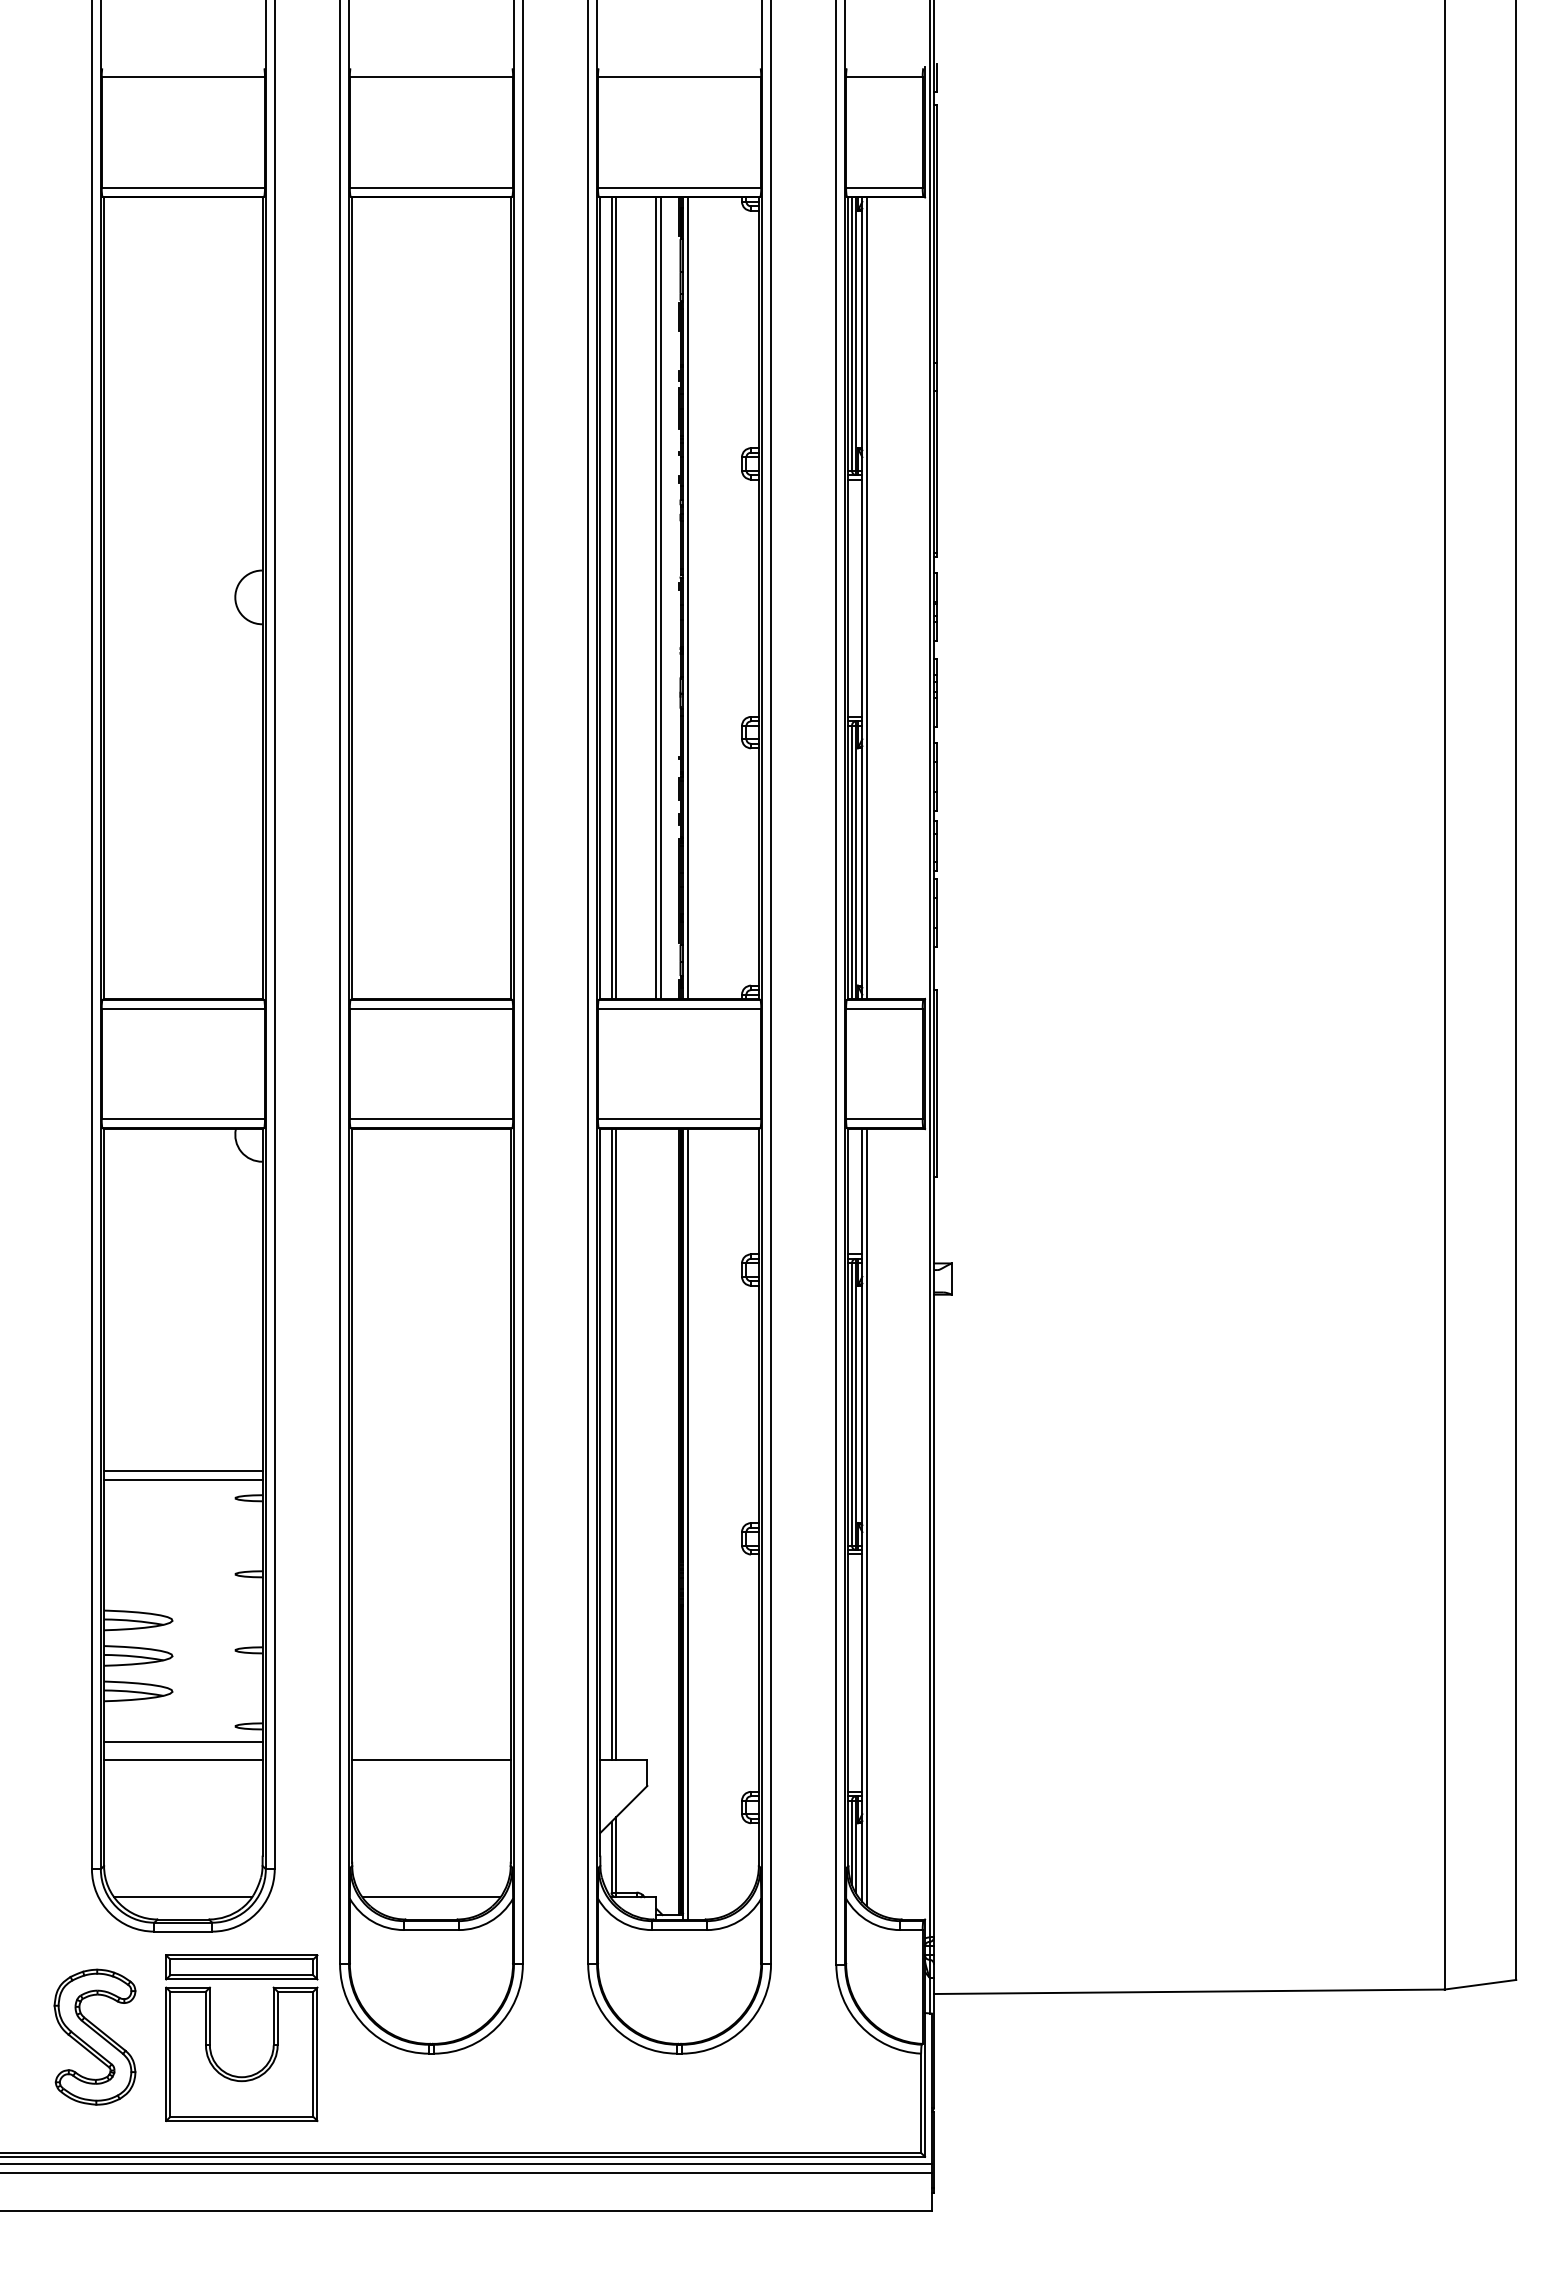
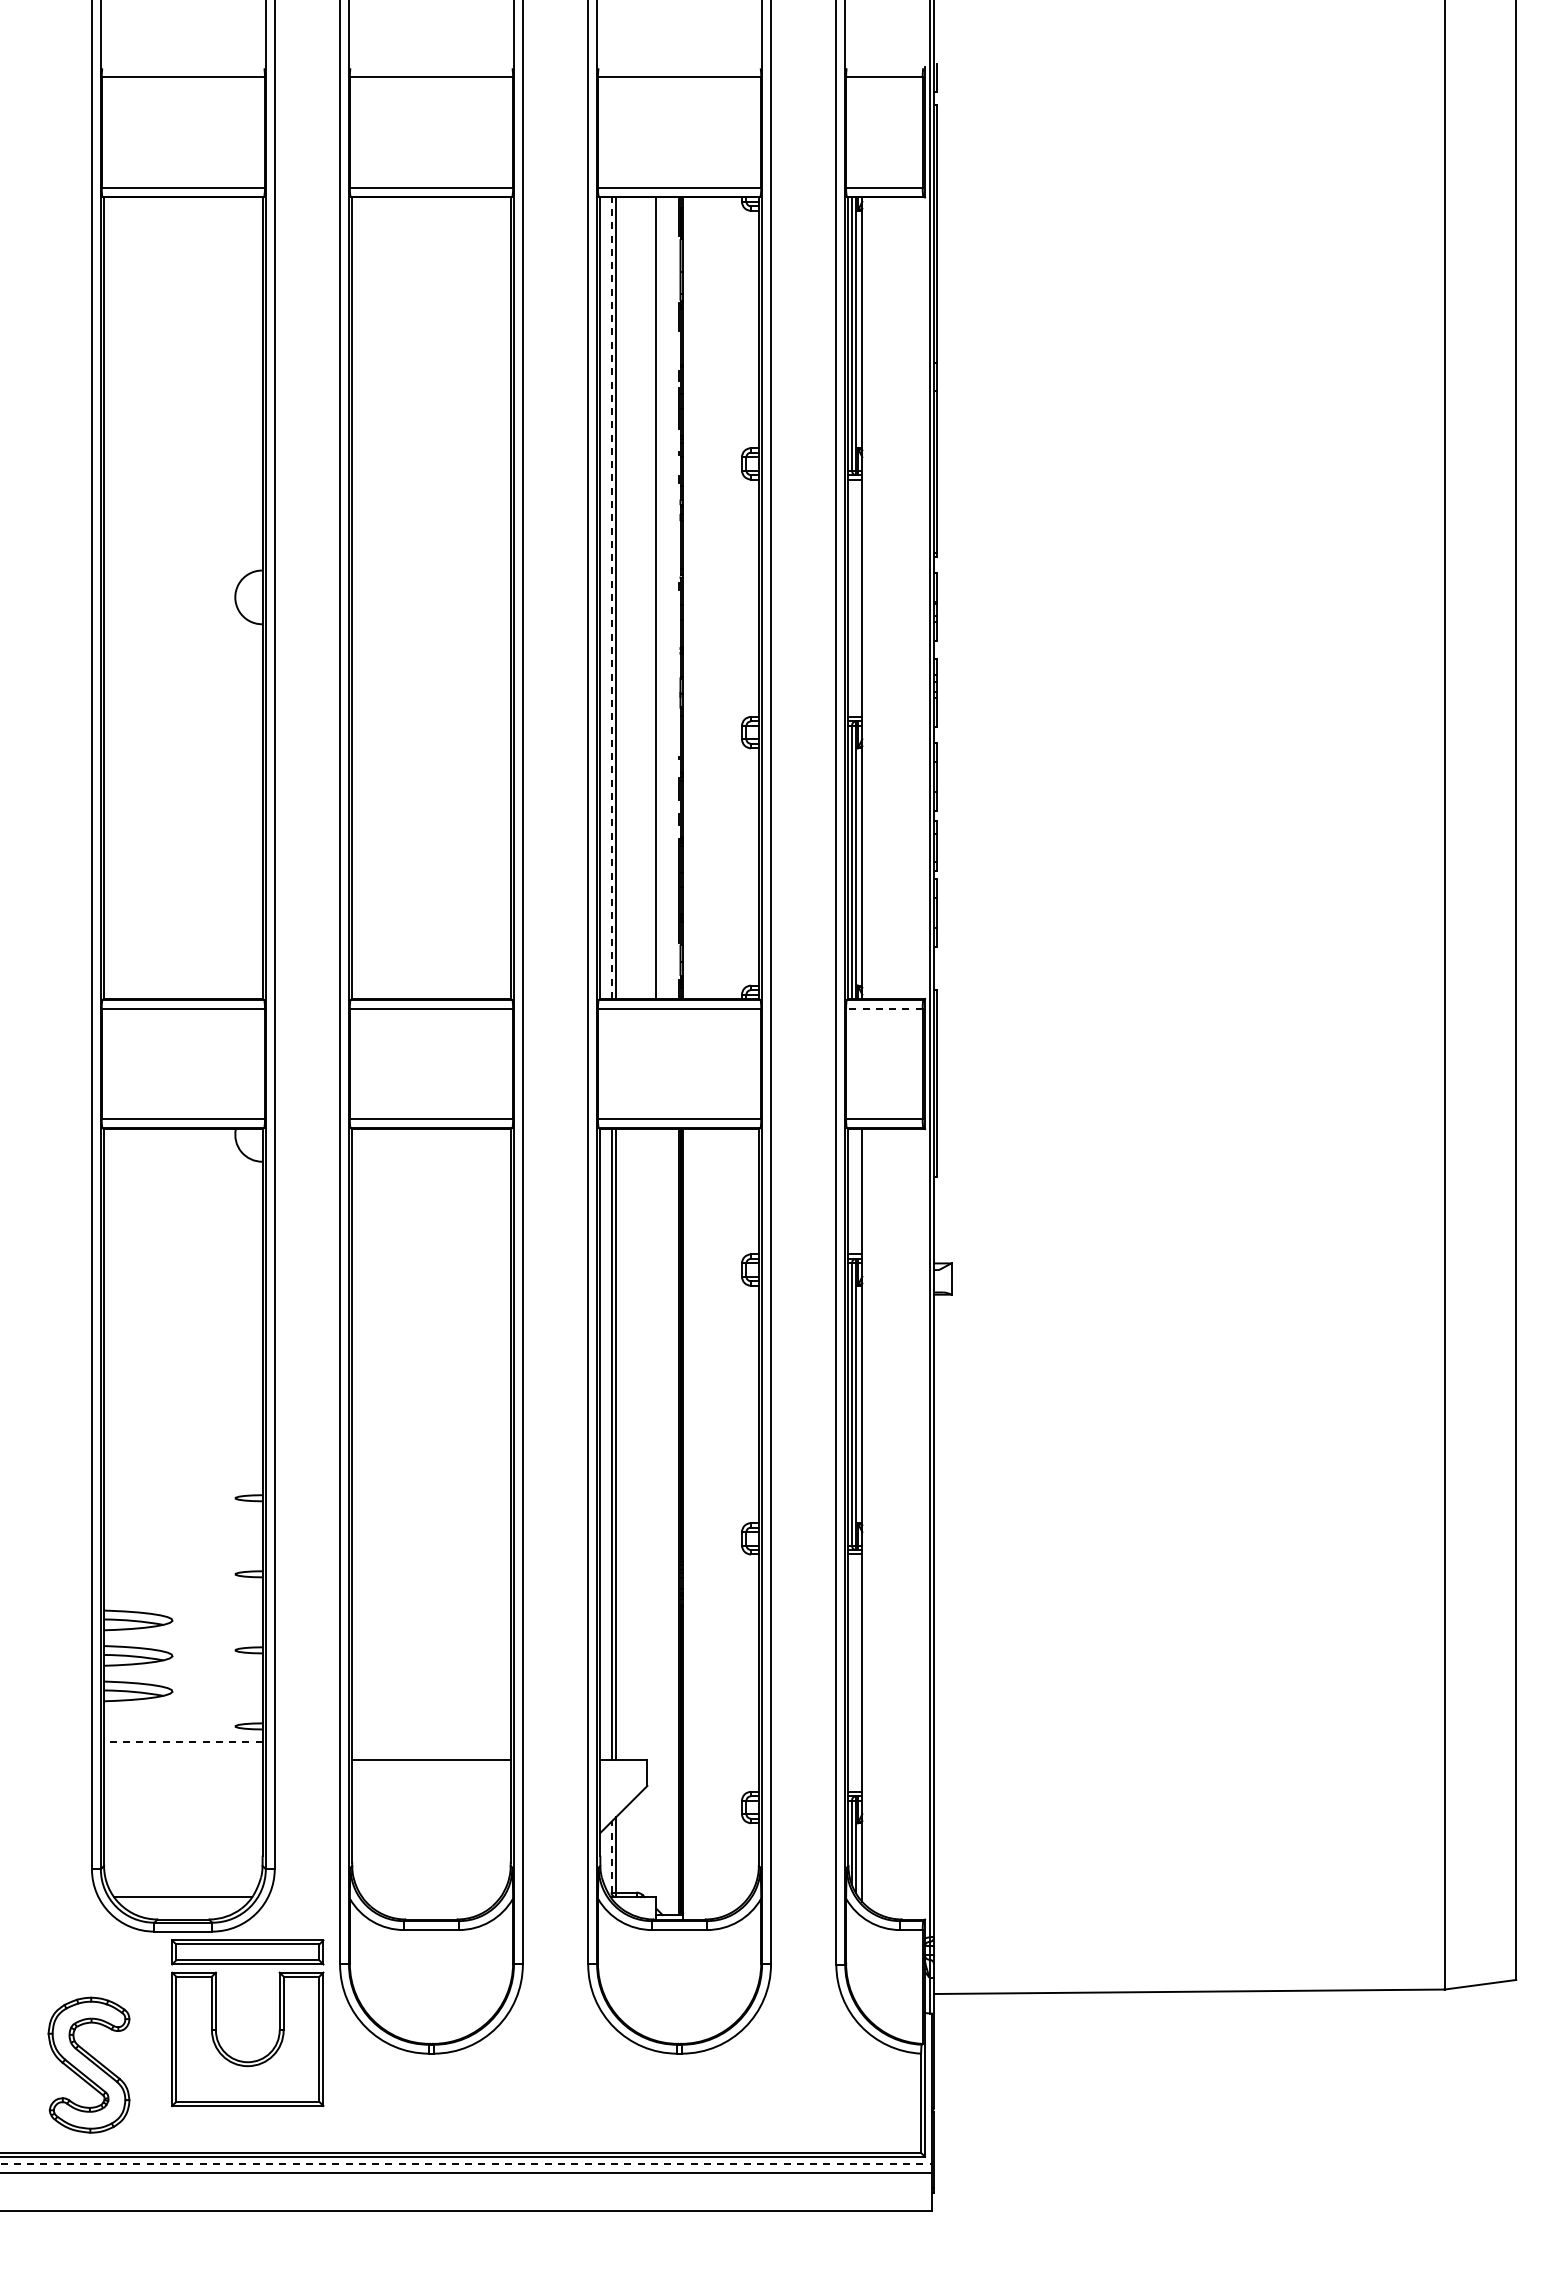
line at (611, 598): solid -> dashed
line at (660, 598): present -> none
line at (687, 598): present -> none
line at (866, 598): present -> none
line at (883, 1008): solid -> dashed
line at (183, 1470): present -> none
line at (183, 1479): present -> none
line at (866, 1517): present -> none
line at (687, 1524): present -> none
line at (182, 1742): solid -> dashed
line at (183, 1759): present -> none
line at (611, 1856): solid -> dashed
line at (431, 1897): present -> none
part at (94, 2036) position: (94, 2036) -> (88, 2064)
part at (210, 2037) position: (210, 2037) -> (216, 2022)
line at (466, 2164): solid -> dashed
